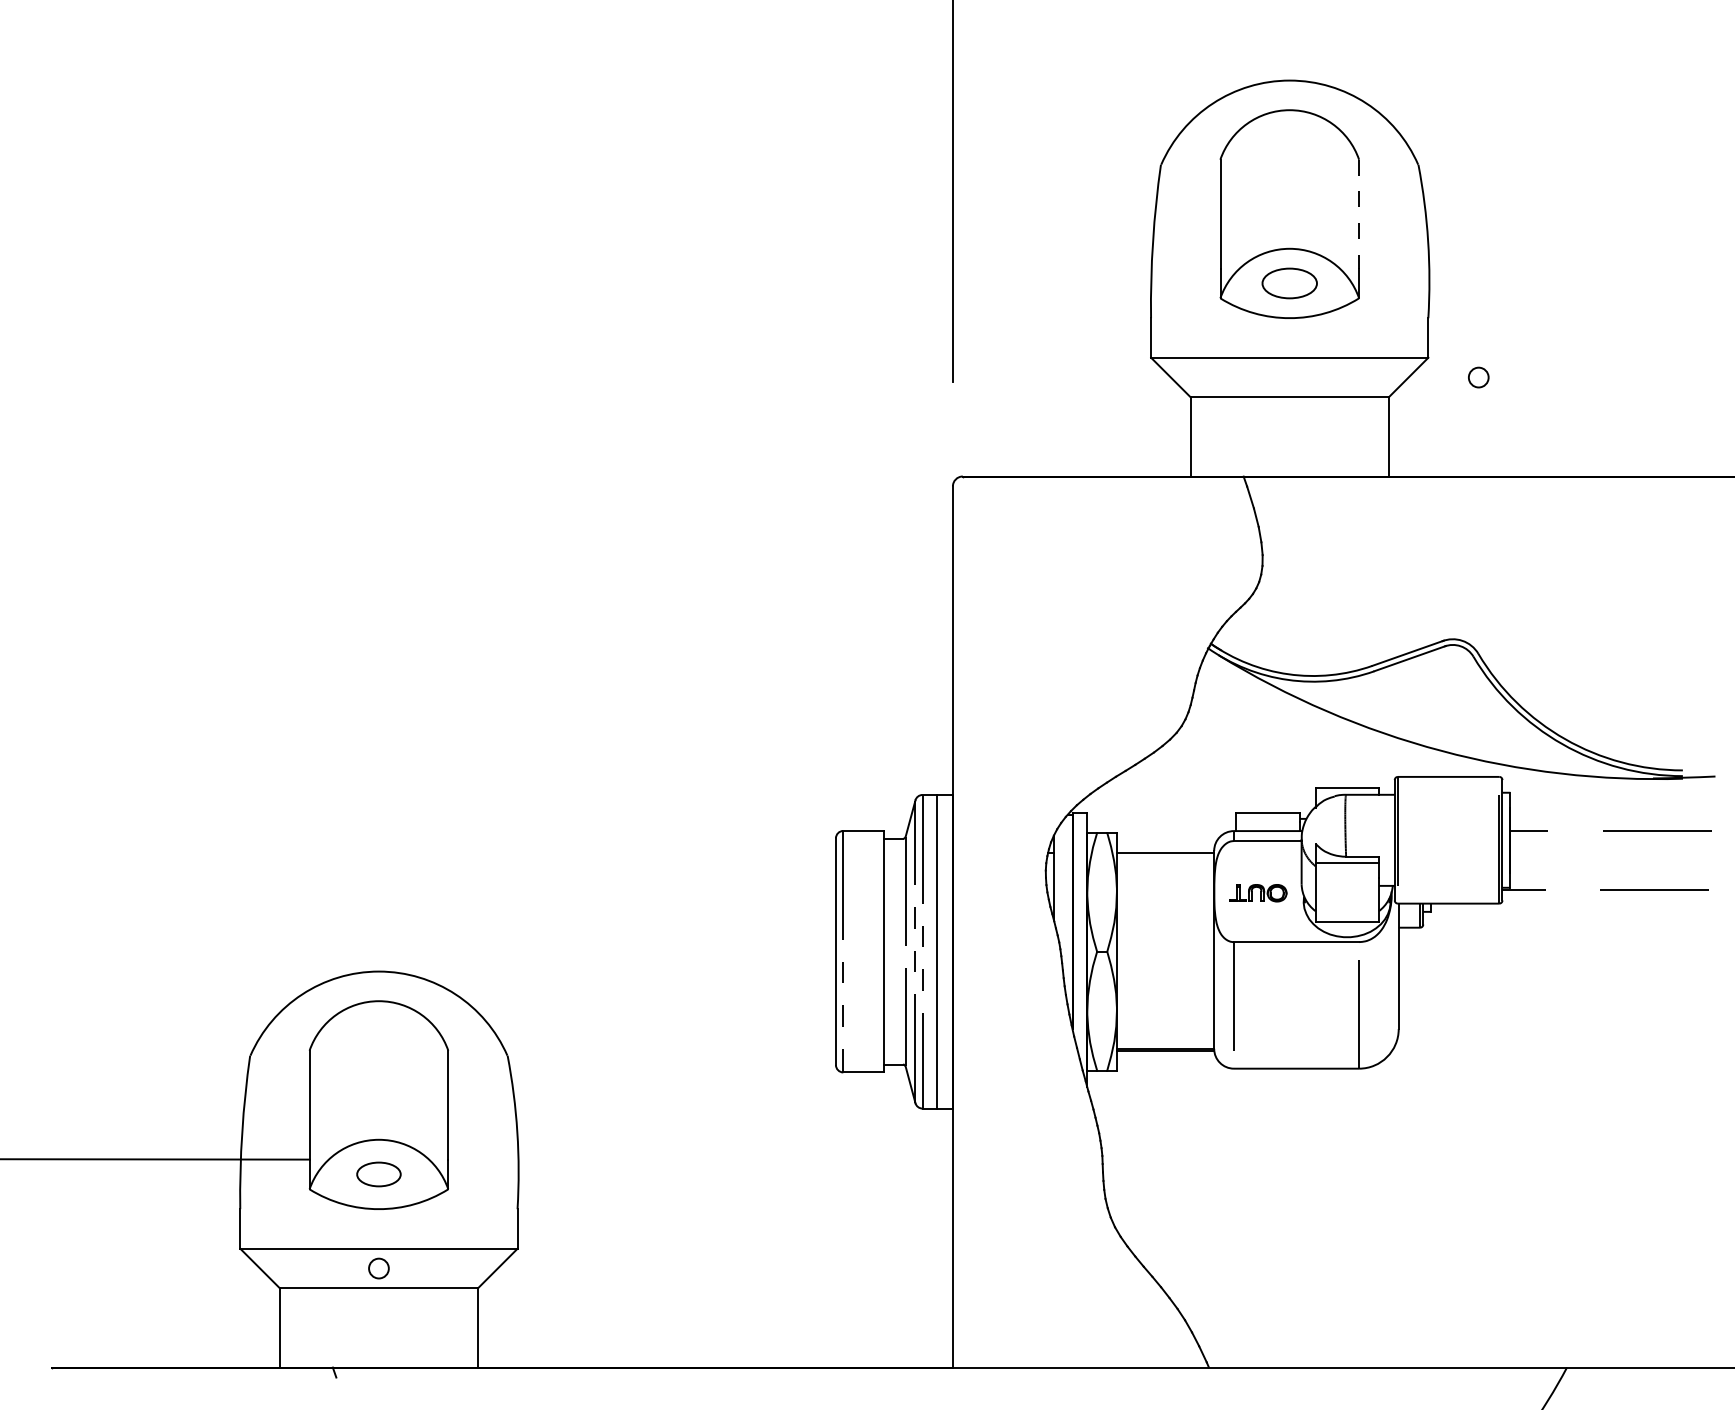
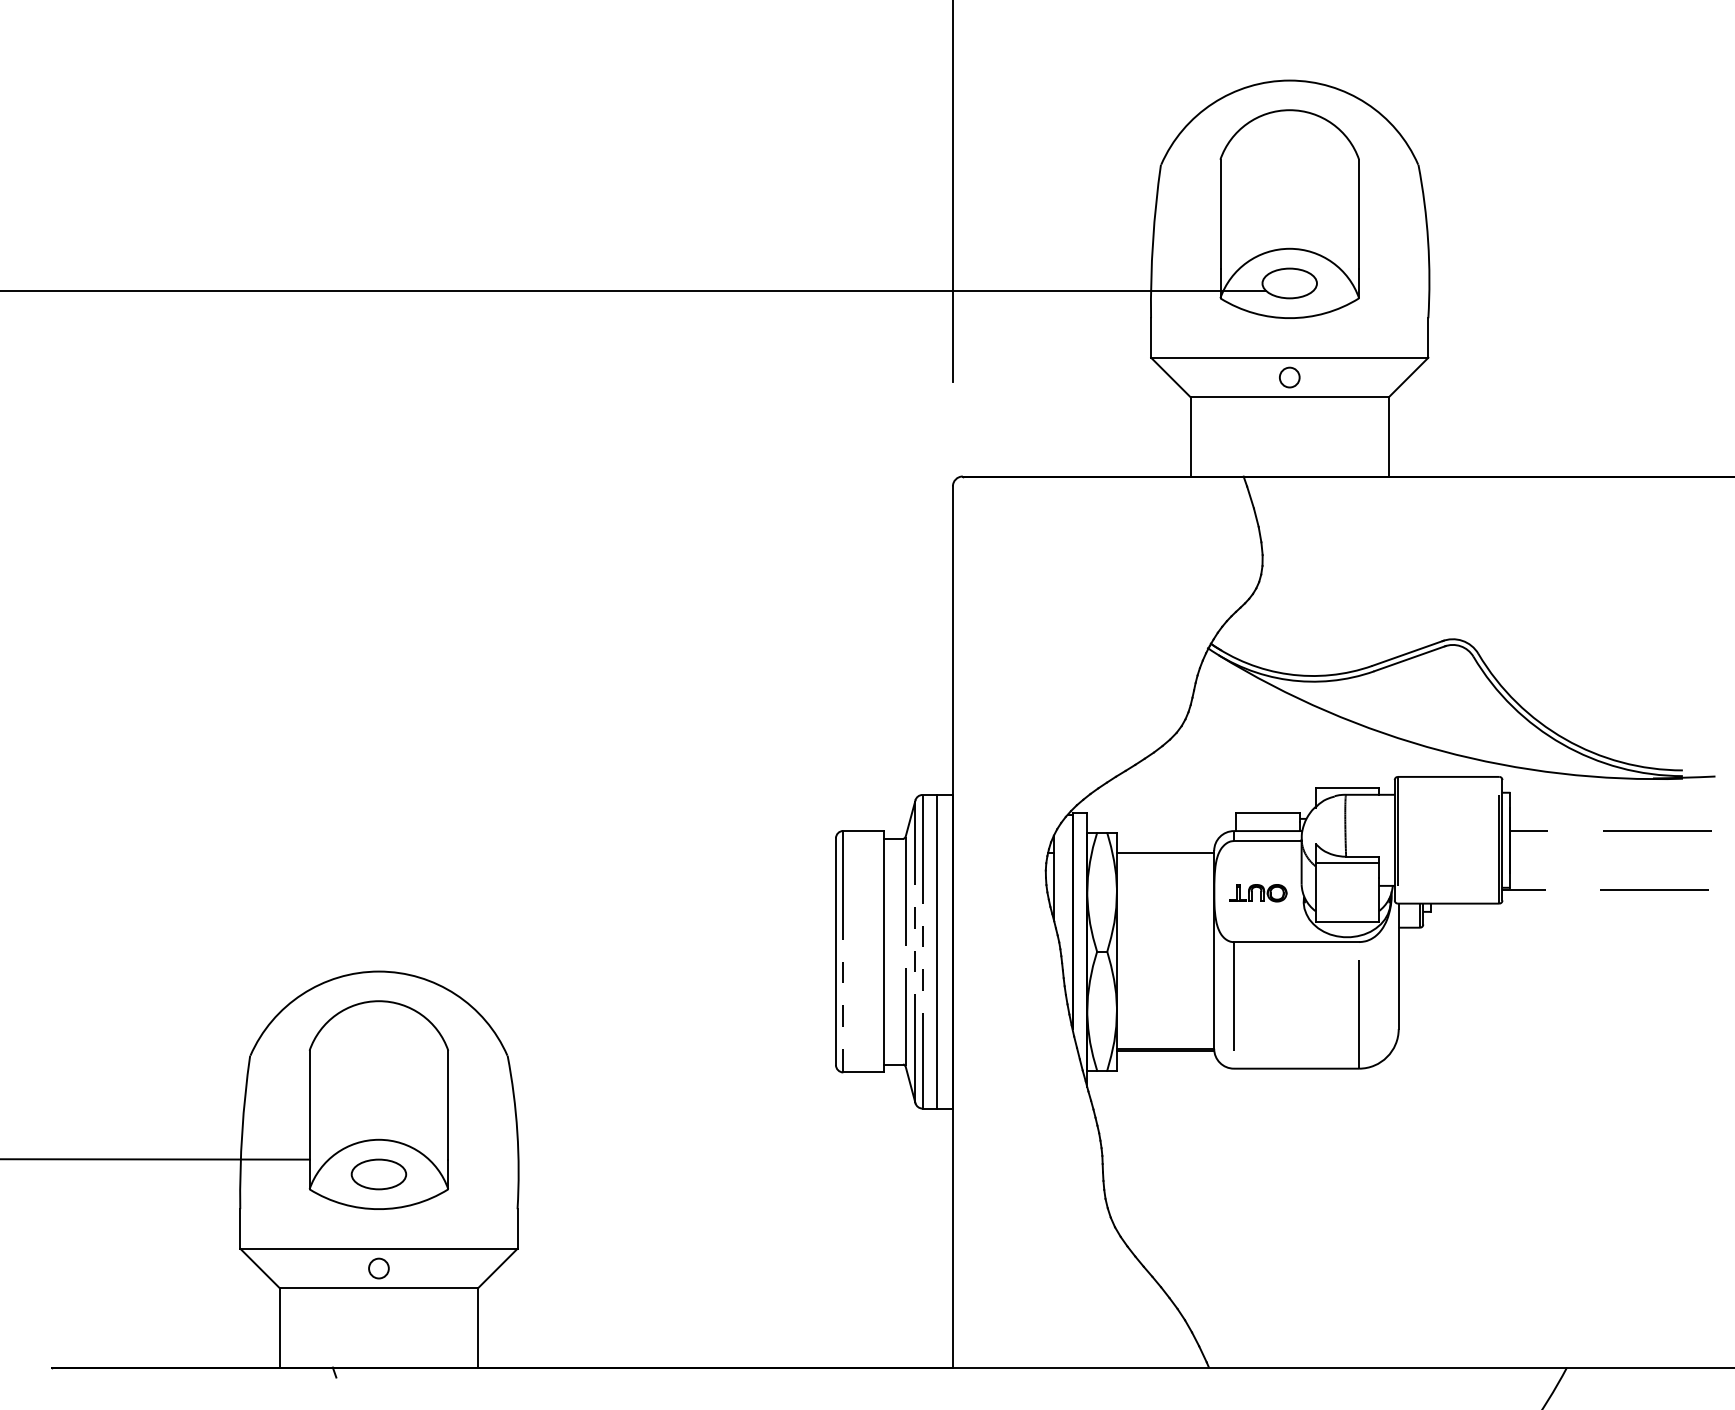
line at (1359, 214): dashed -> solid
line at (633, 291): none -> present
circle at (1478, 377) position: (1478, 377) -> (1289, 377)
part at (378, 1174) size: 46x27 px -> 58x33 px
